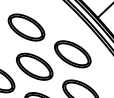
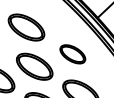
part at (72, 54) size: 38x29 px -> 28x21 px
